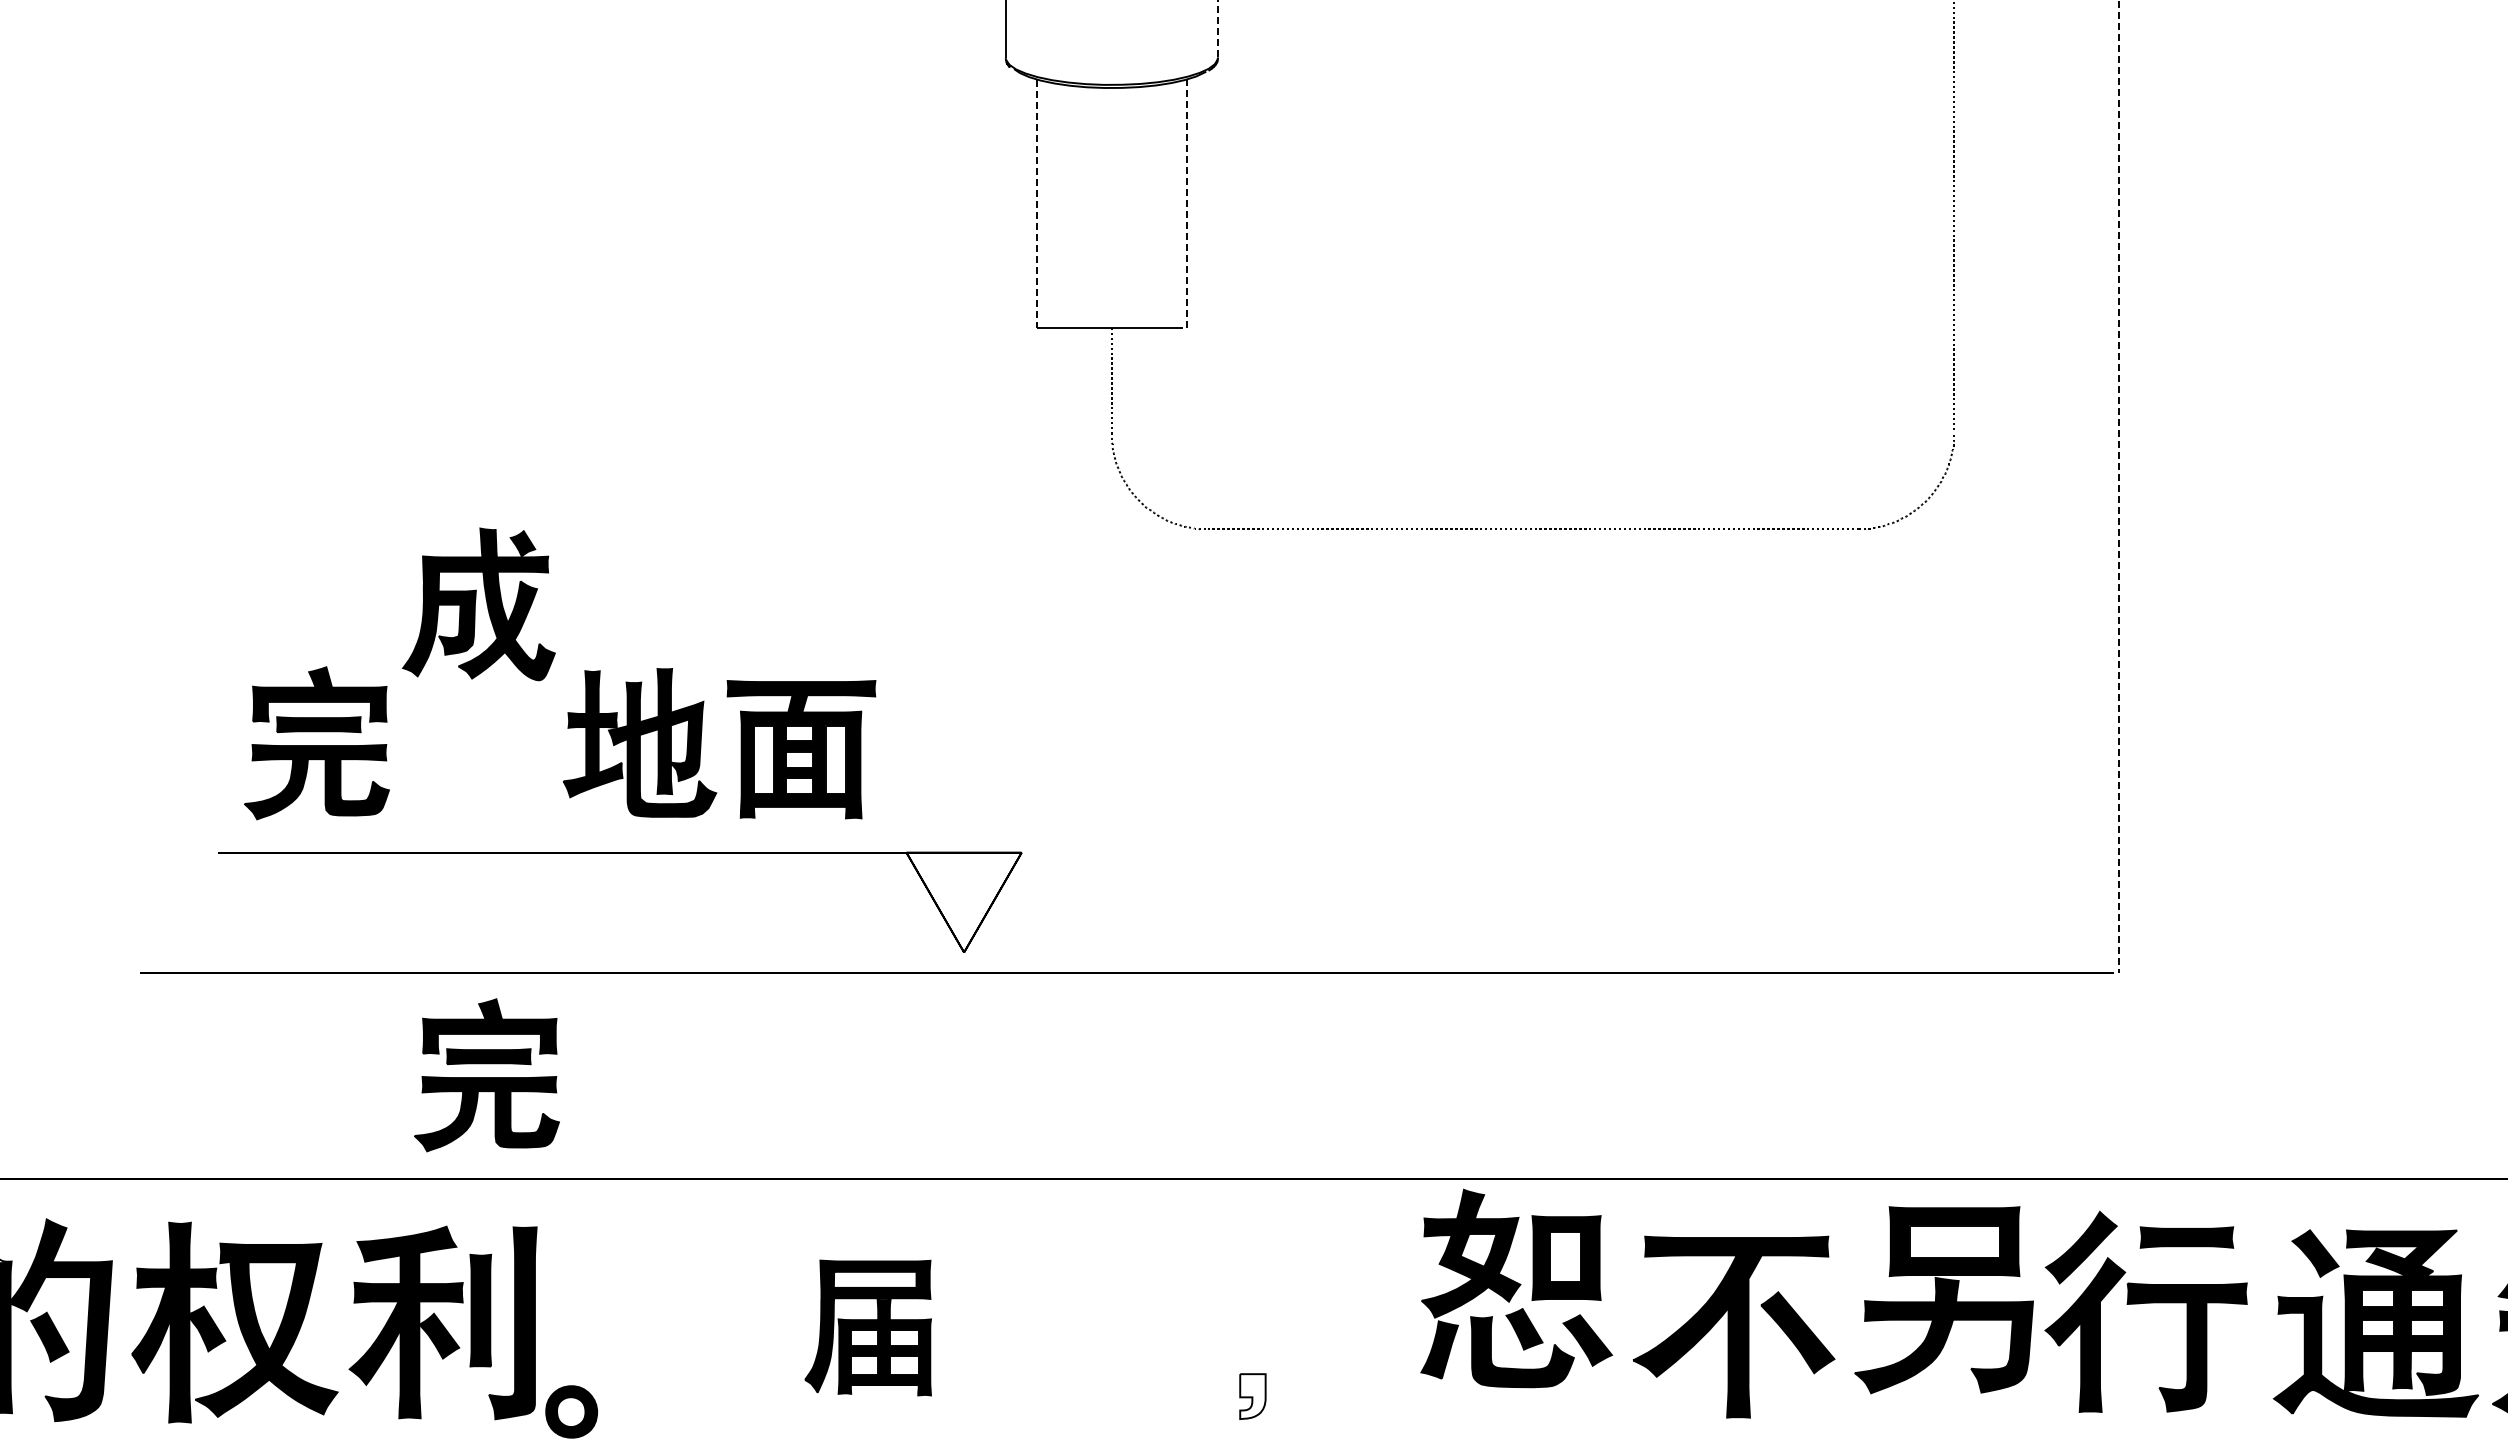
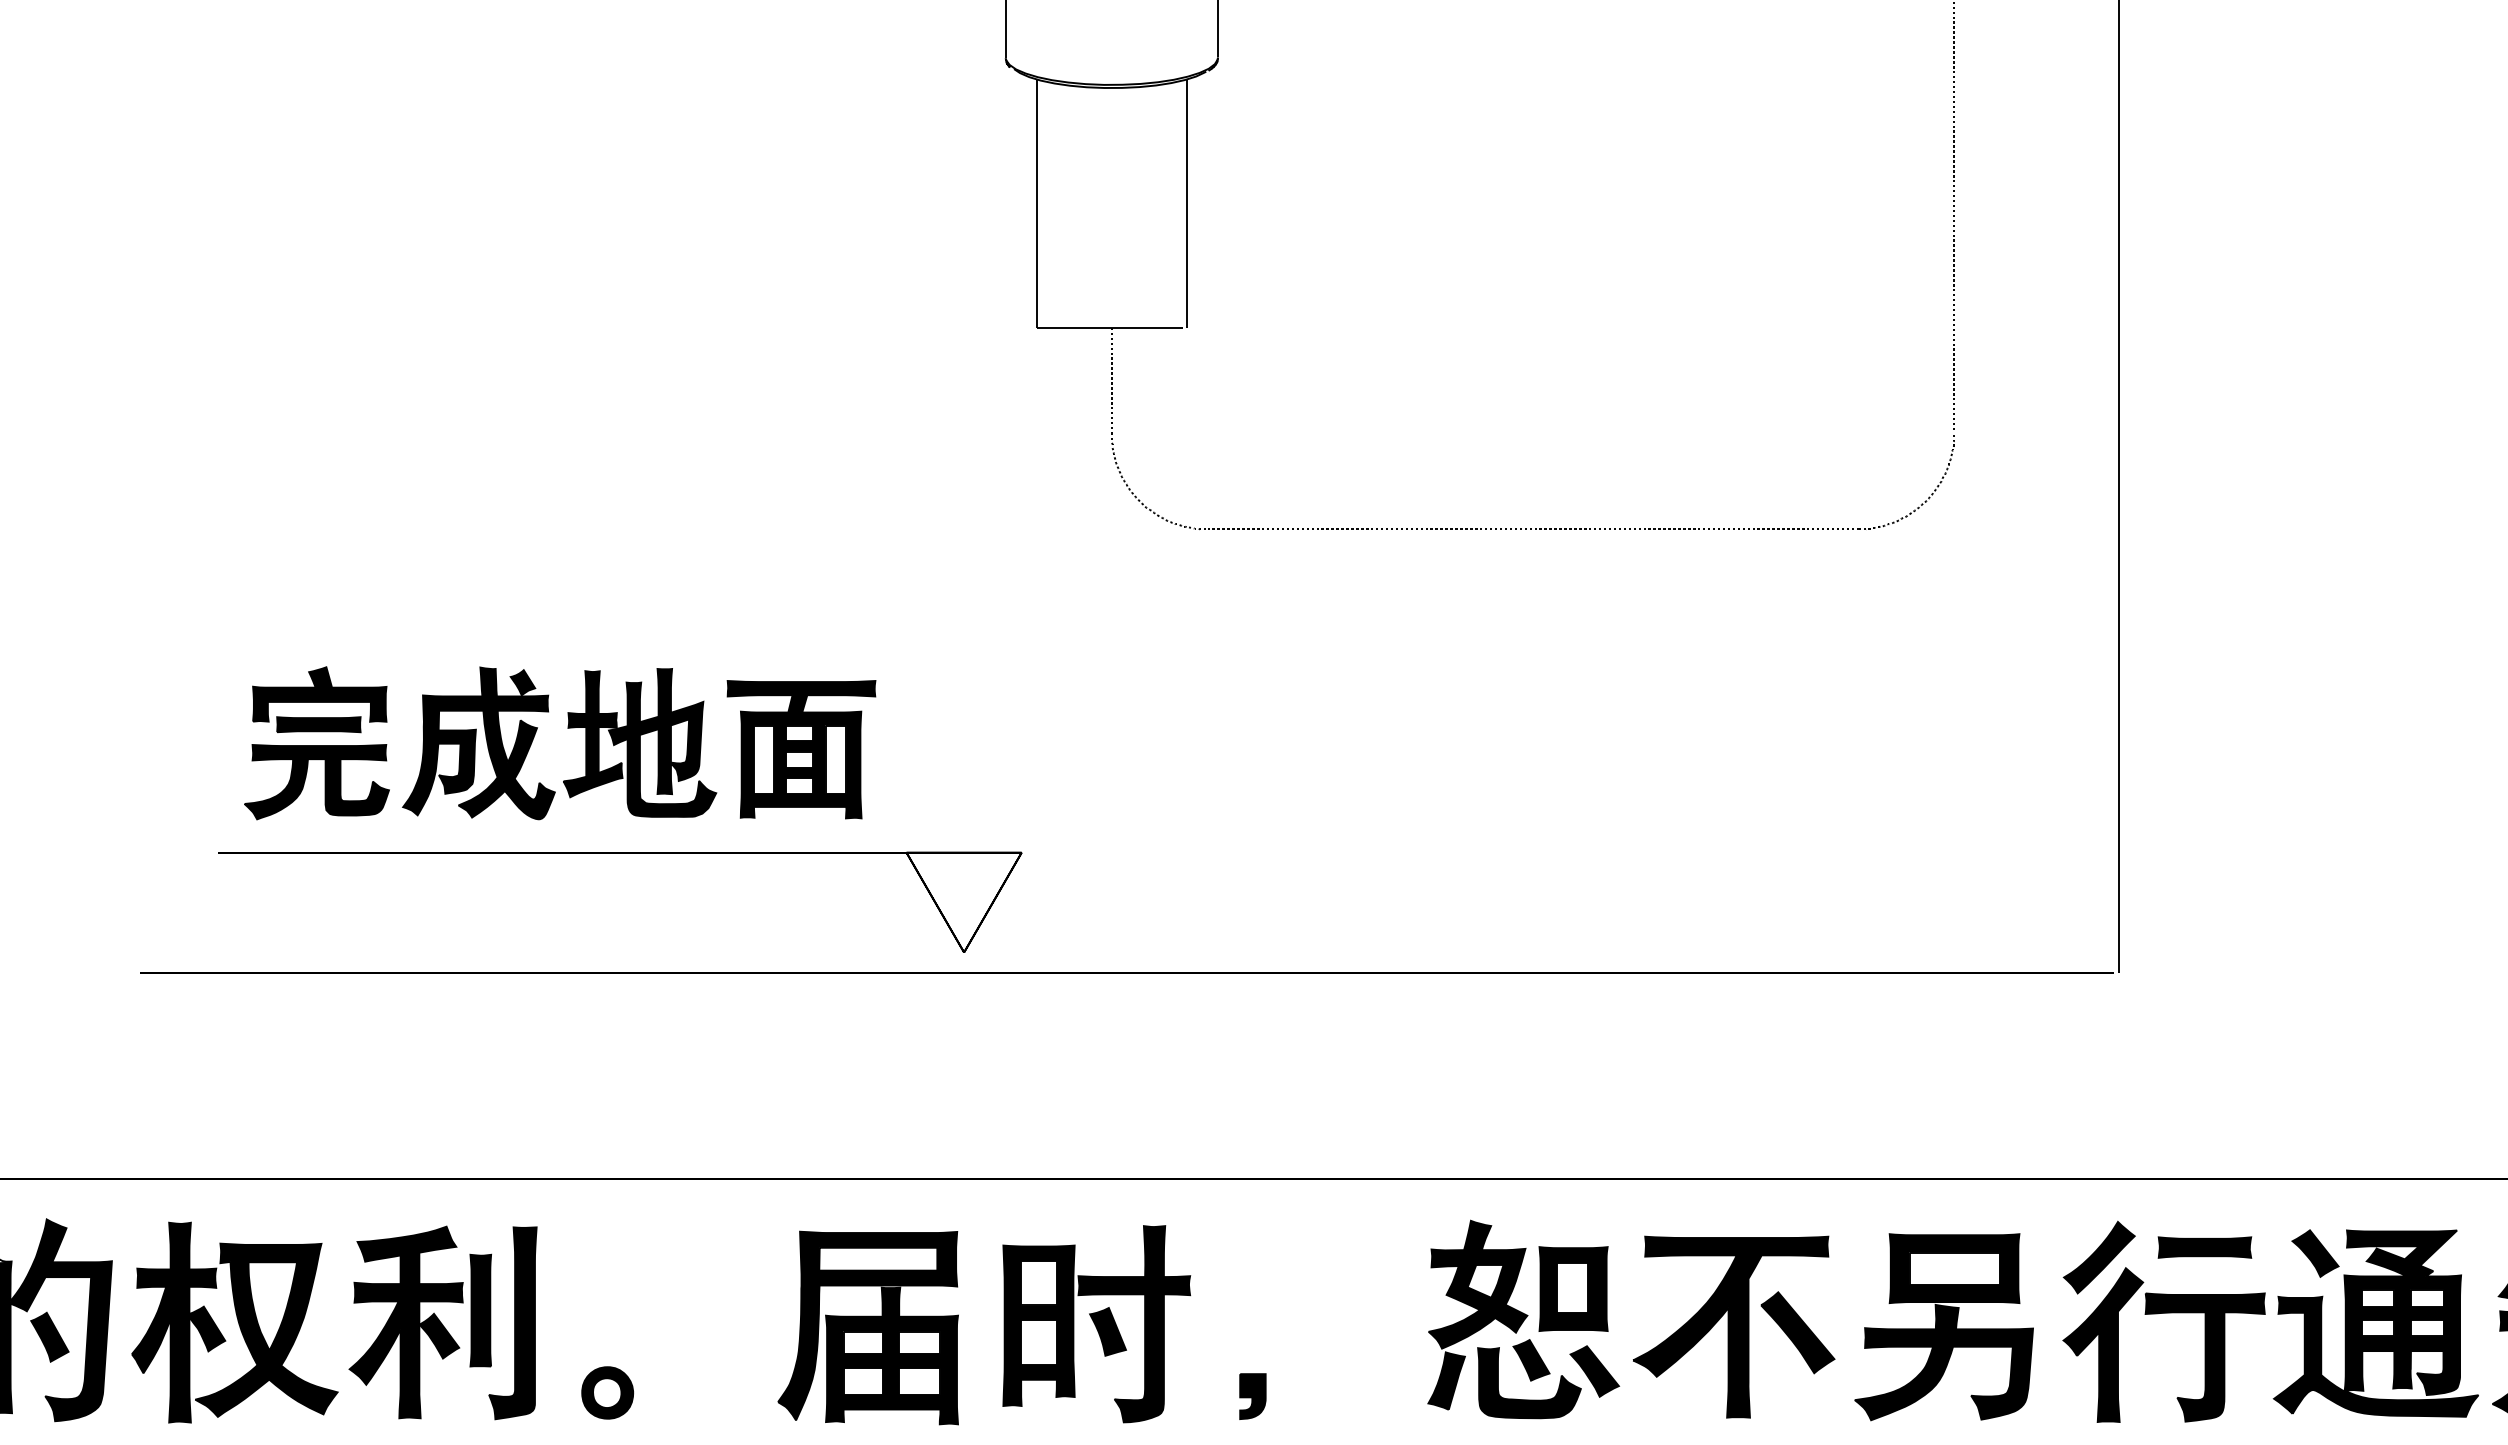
line at (1218, 28): dashed -> solid
line at (1186, 203): dashed -> solid
line at (1037, 204): dashed -> solid
line at (2119, 487): dashed -> solid
part at (478, 604) position: (478, 604) -> (478, 743)
part at (486, 1075): present -> none
part at (1516, 1288) position: (1516, 1288) -> (1523, 1319)
part at (1943, 1300) position: (1943, 1300) -> (1943, 1327)
part at (2145, 1303) position: (2145, 1303) -> (2163, 1313)
part at (1096, 1324): none -> present
part at (867, 1327) size: 128x138 px -> 182x196 px
fill at (1252, 1396): none -> present
part at (571, 1411) position: (571, 1411) -> (607, 1392)
